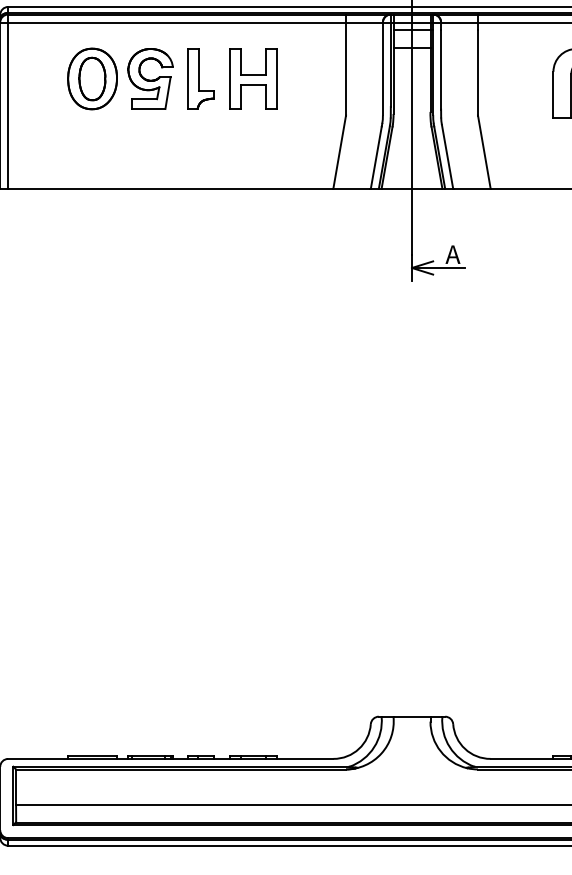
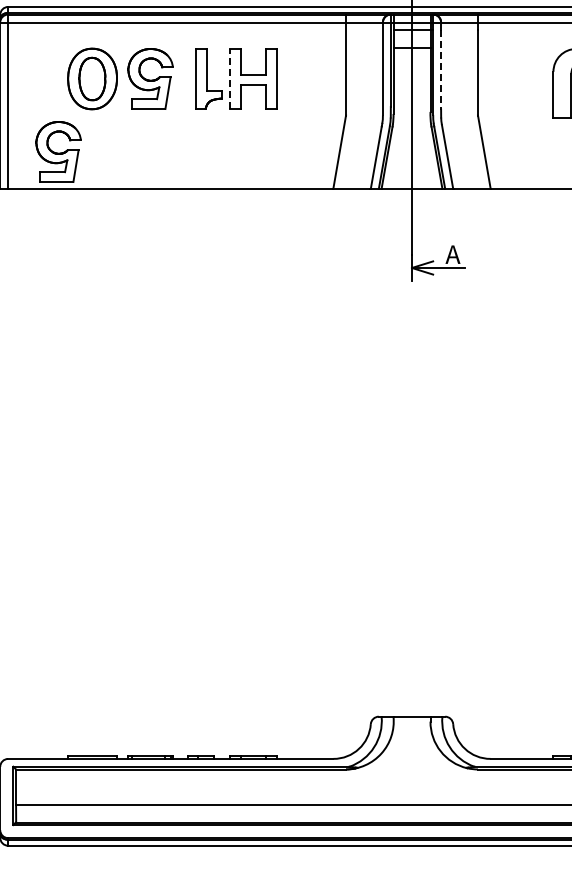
line at (441, 70): solid -> dashed
part at (200, 78) position: (200, 78) -> (208, 78)
line at (229, 79): solid -> dashed
part at (58, 151): none -> present
